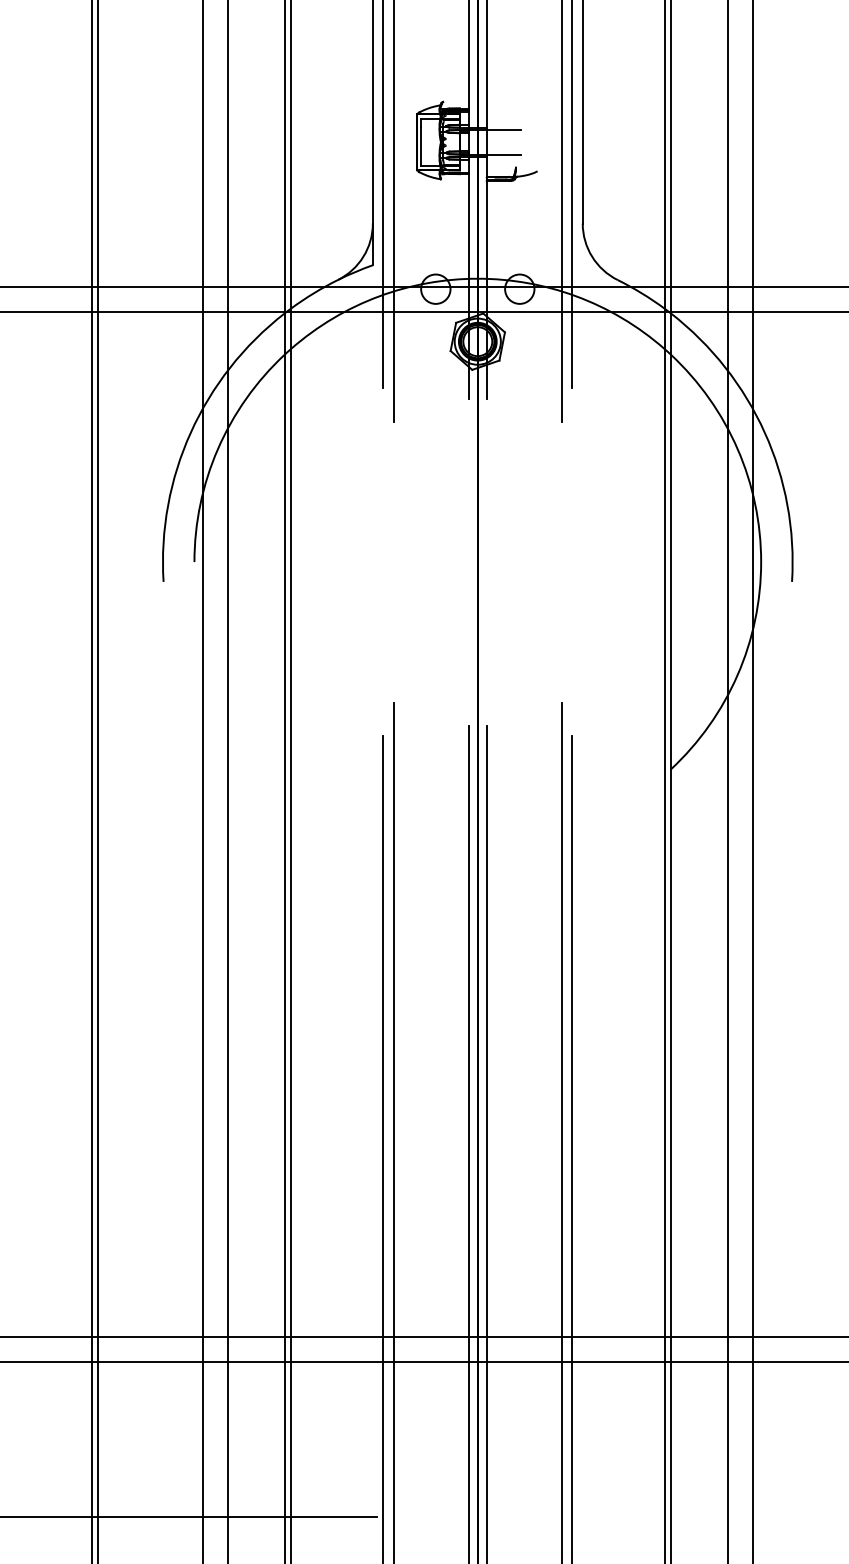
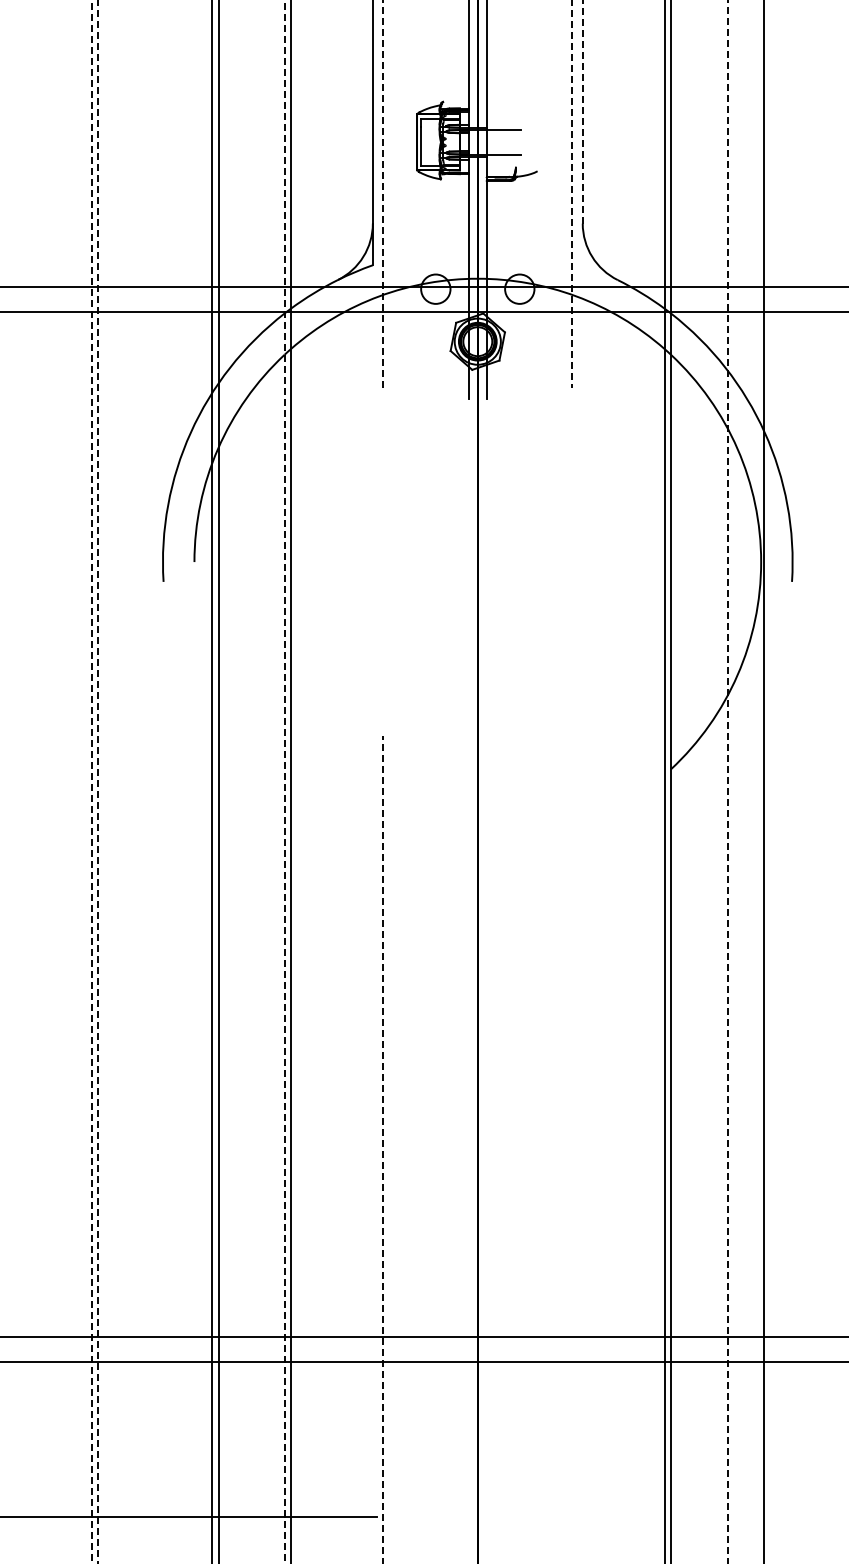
line at (582, 111): solid -> dashed
line at (383, 193): solid -> dashed
line at (572, 194): solid -> dashed
line at (393, 211): present -> none
line at (561, 211): present -> none
line at (91, 781): solid -> dashed
line at (97, 781): solid -> dashed
line at (202, 781) position: (202, 781) -> (211, 781)
line at (228, 781) position: (228, 781) -> (219, 781)
line at (284, 781): solid -> dashed
line at (752, 781) position: (752, 781) -> (763, 781)
line at (727, 782): solid -> dashed
line at (393, 1131): present -> none
line at (561, 1131): present -> none
line at (468, 1142): present -> none
line at (486, 1142): present -> none
line at (572, 1148): present -> none
line at (383, 1149): solid -> dashed
